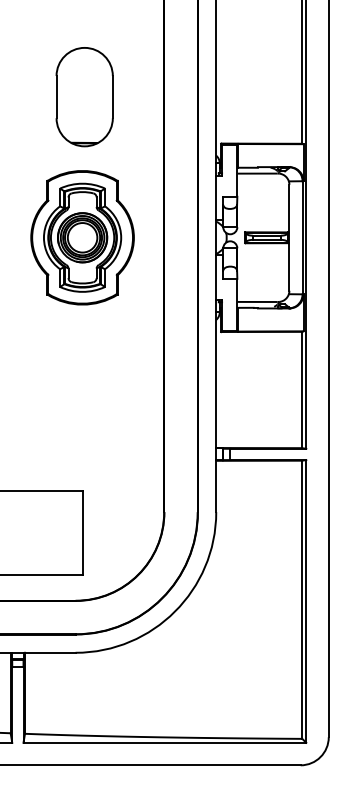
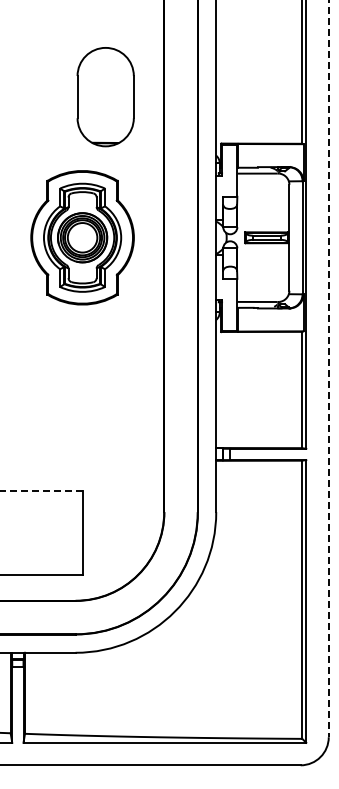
part at (84, 97) position: (84, 97) -> (105, 97)
line at (328, 369): solid -> dashed
line at (41, 491): solid -> dashed
